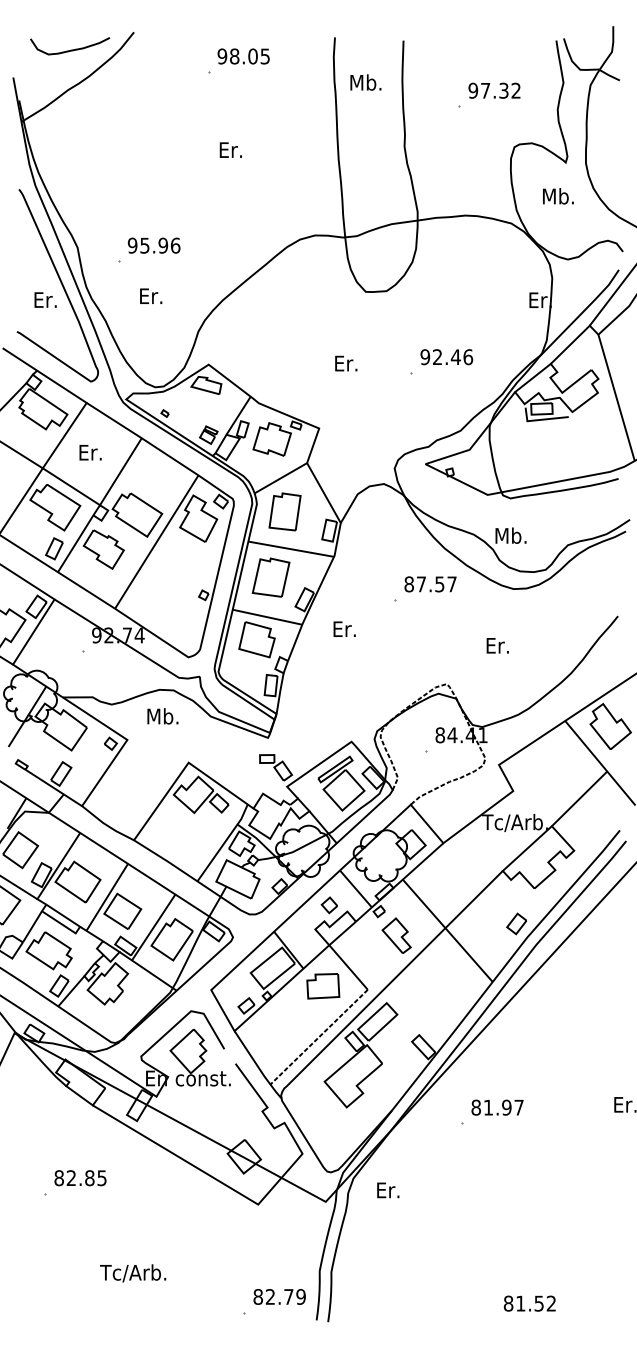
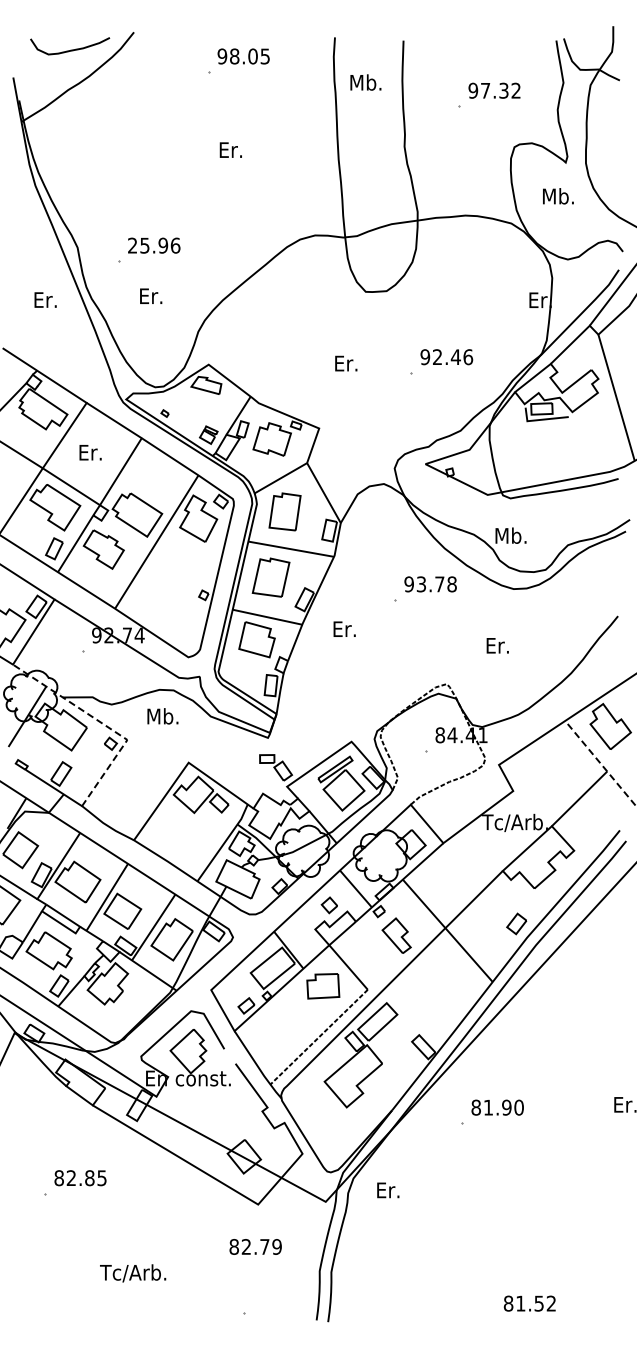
text at (132, 245): 95.96 -> 25.96
curve at (61, 285): present -> none
text at (430, 584): 87.57 -> 93.78
line at (104, 724): solid -> dashed
line at (600, 763): solid -> dashed
text at (518, 1107): 81.97 -> 81.90
text at (279, 1296) position: (279, 1296) -> (255, 1246)
